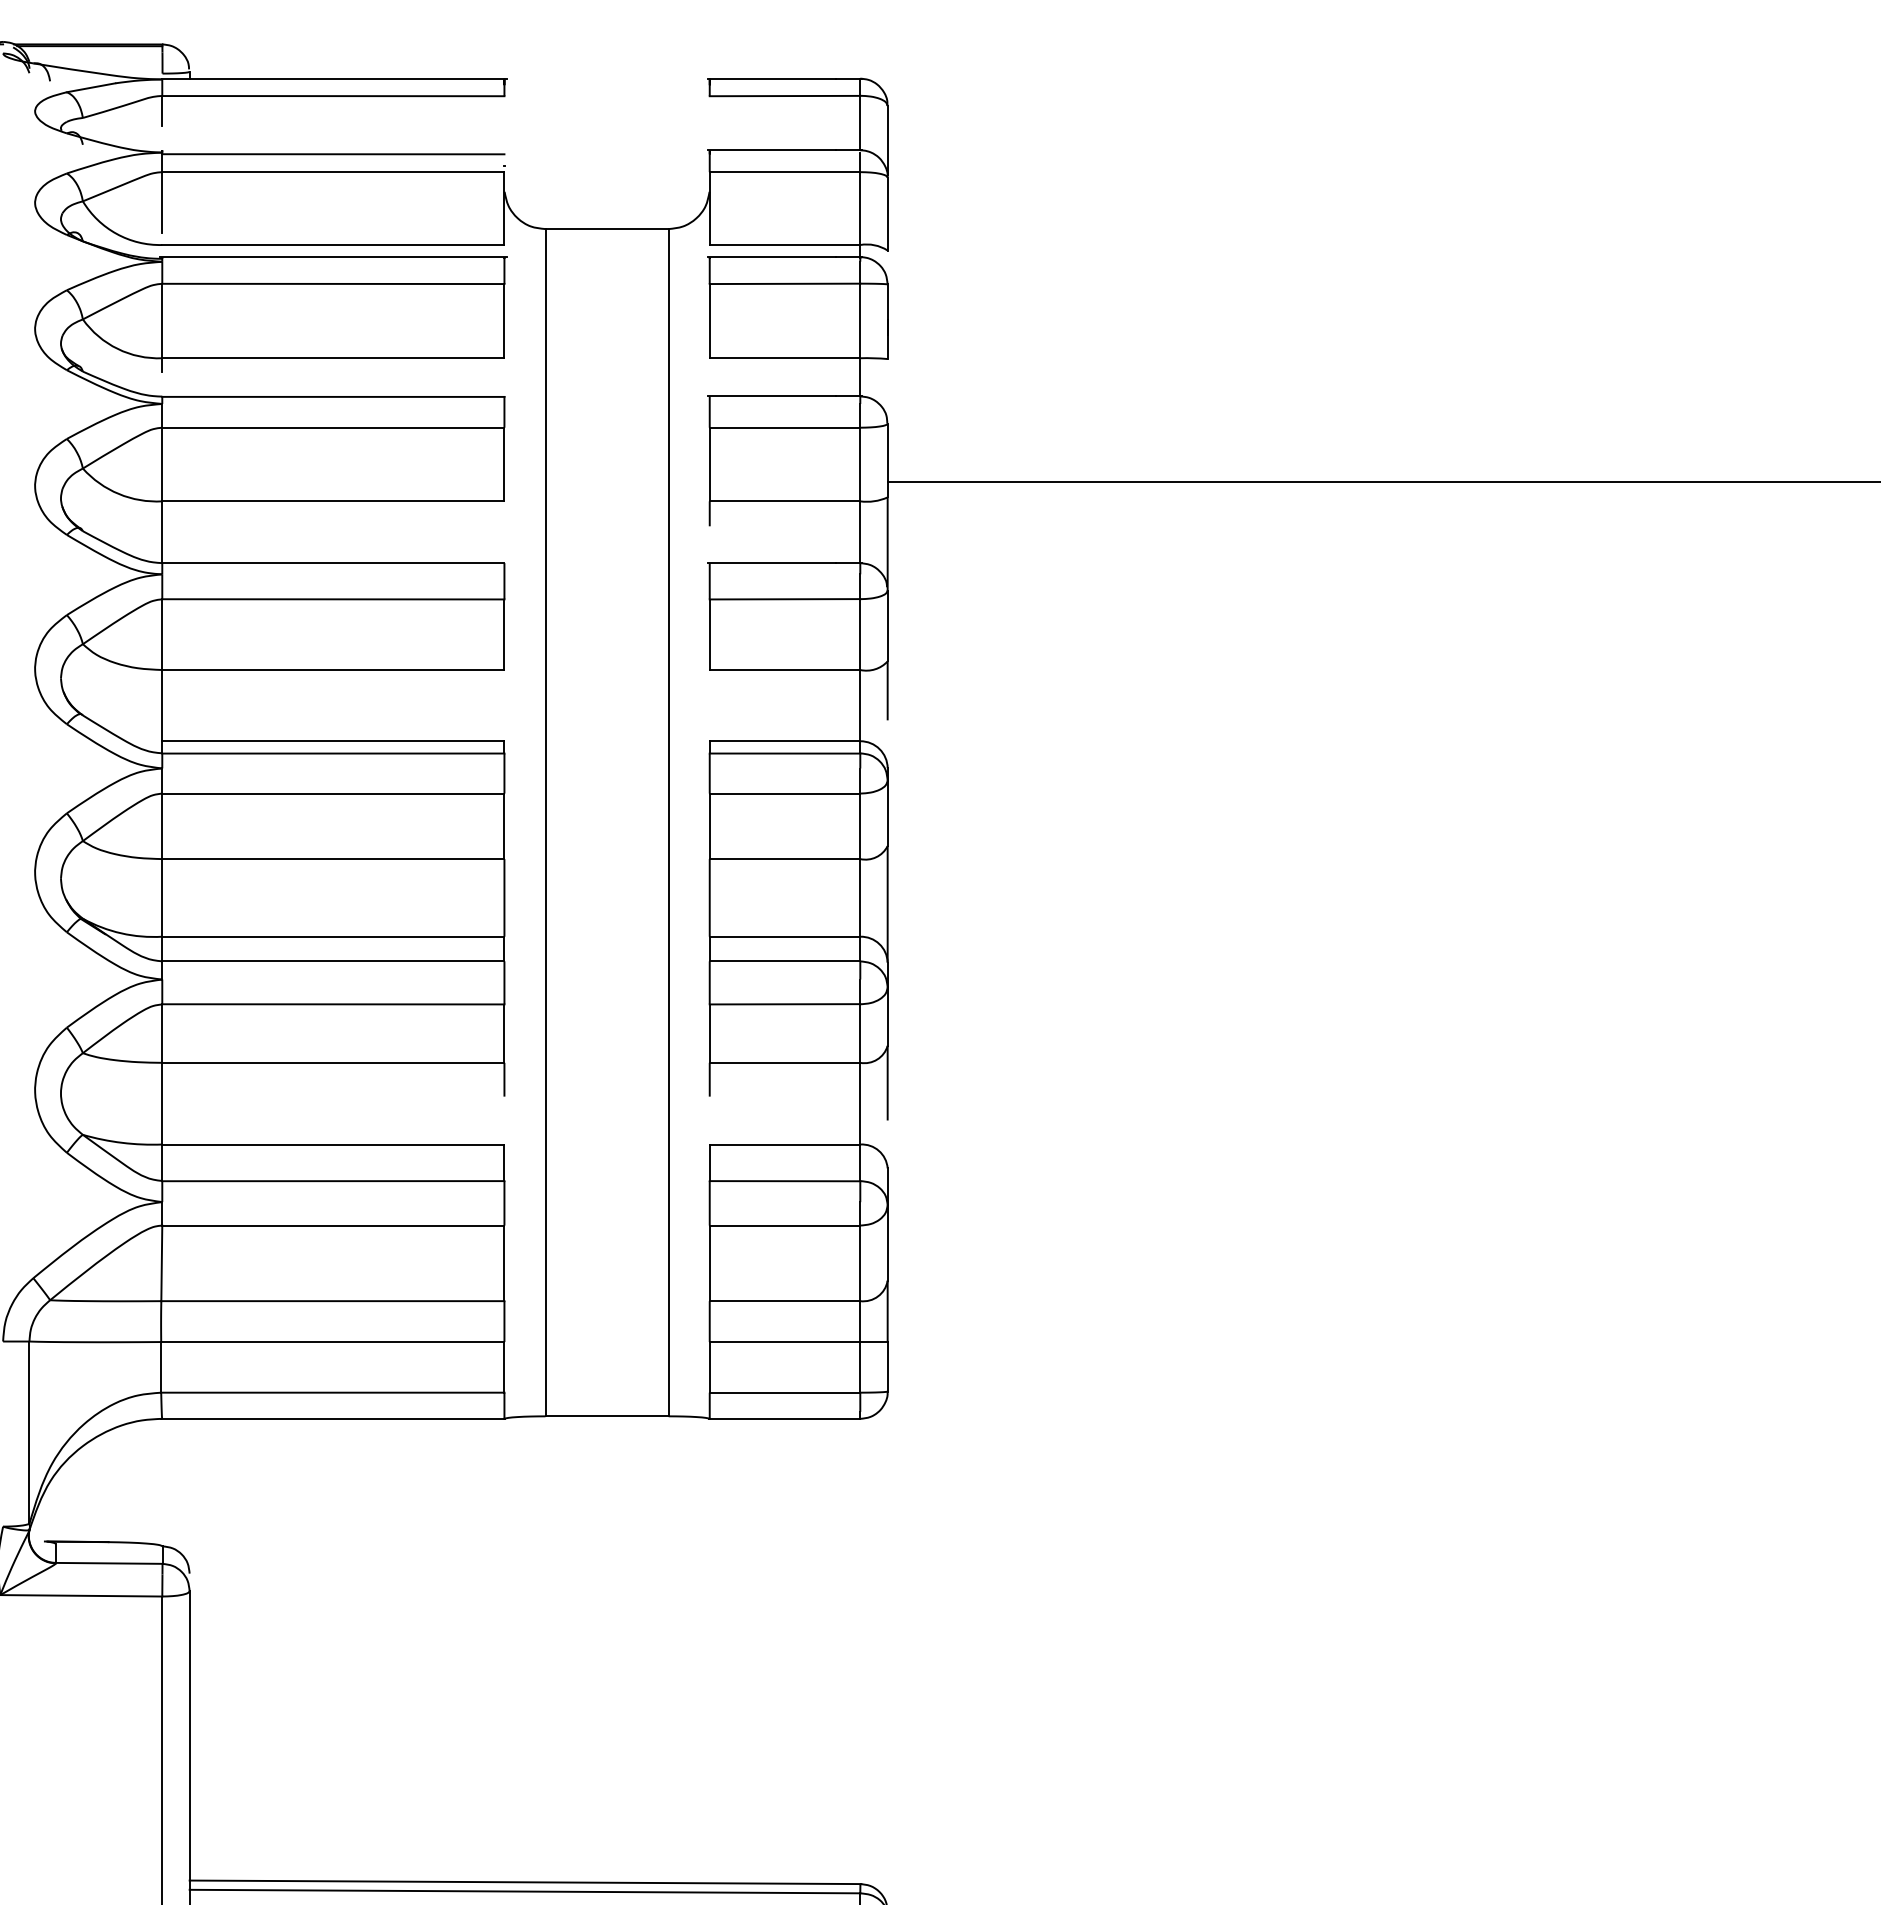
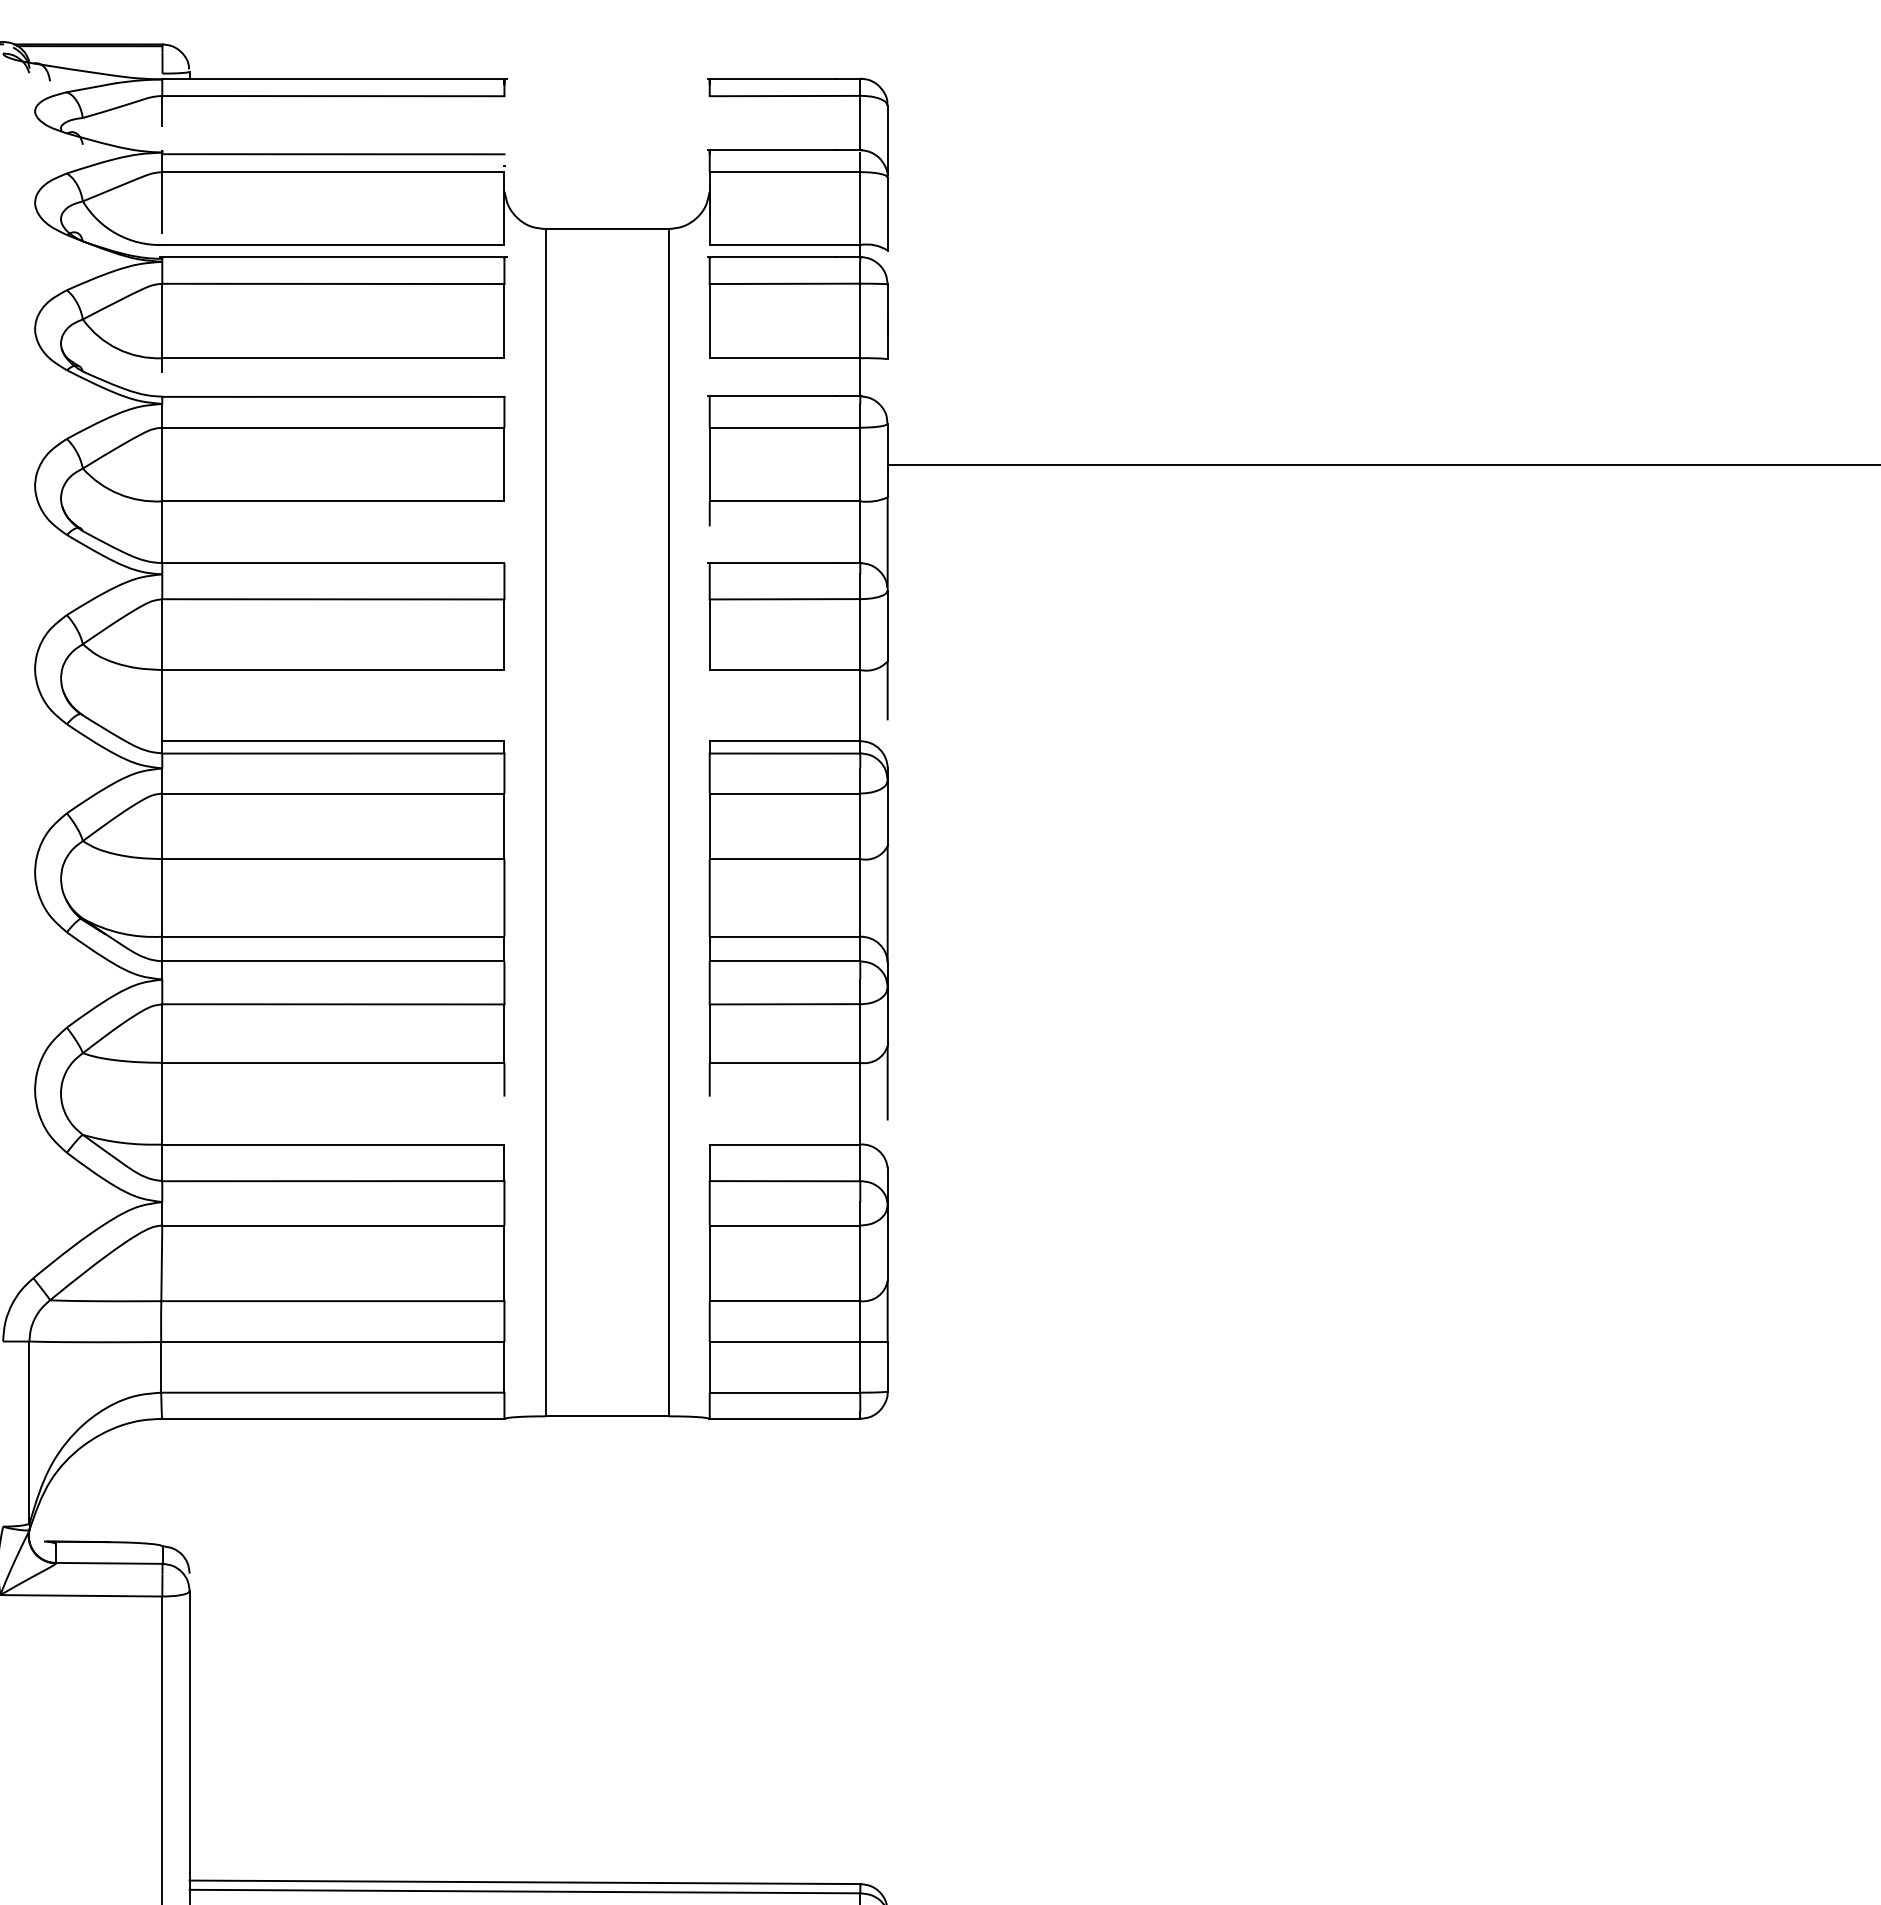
line at (1382, 481) position: (1382, 481) -> (1382, 464)
